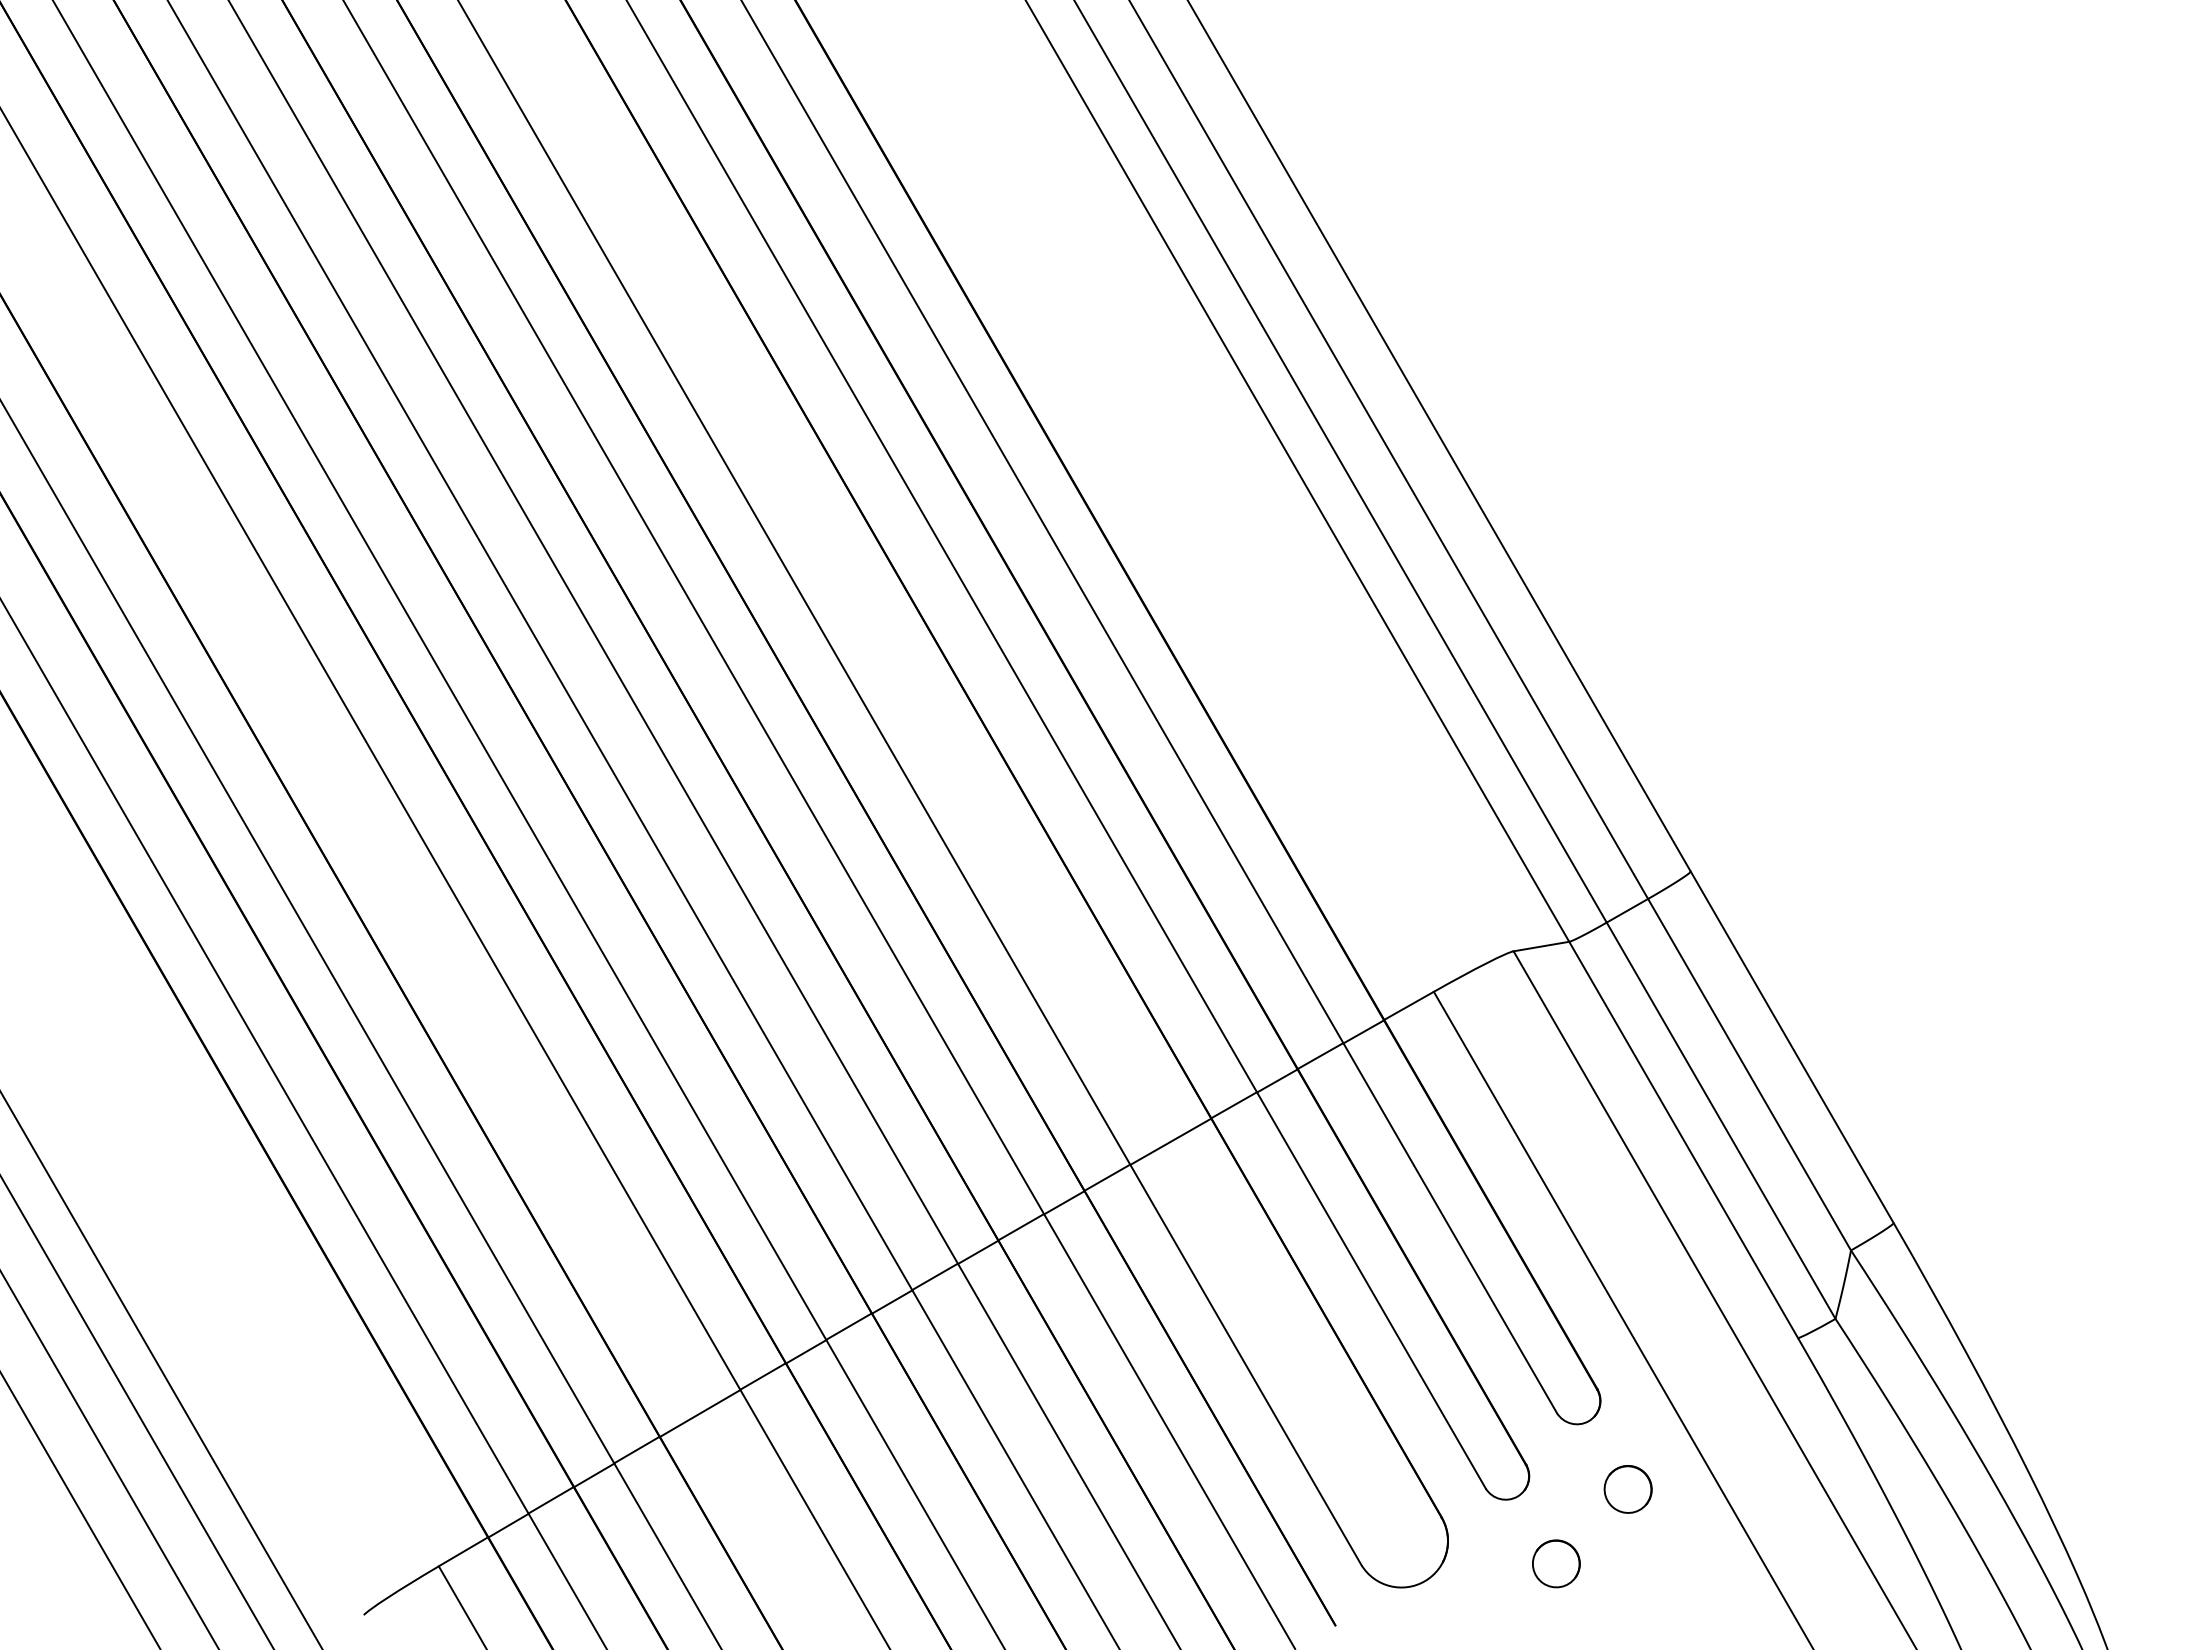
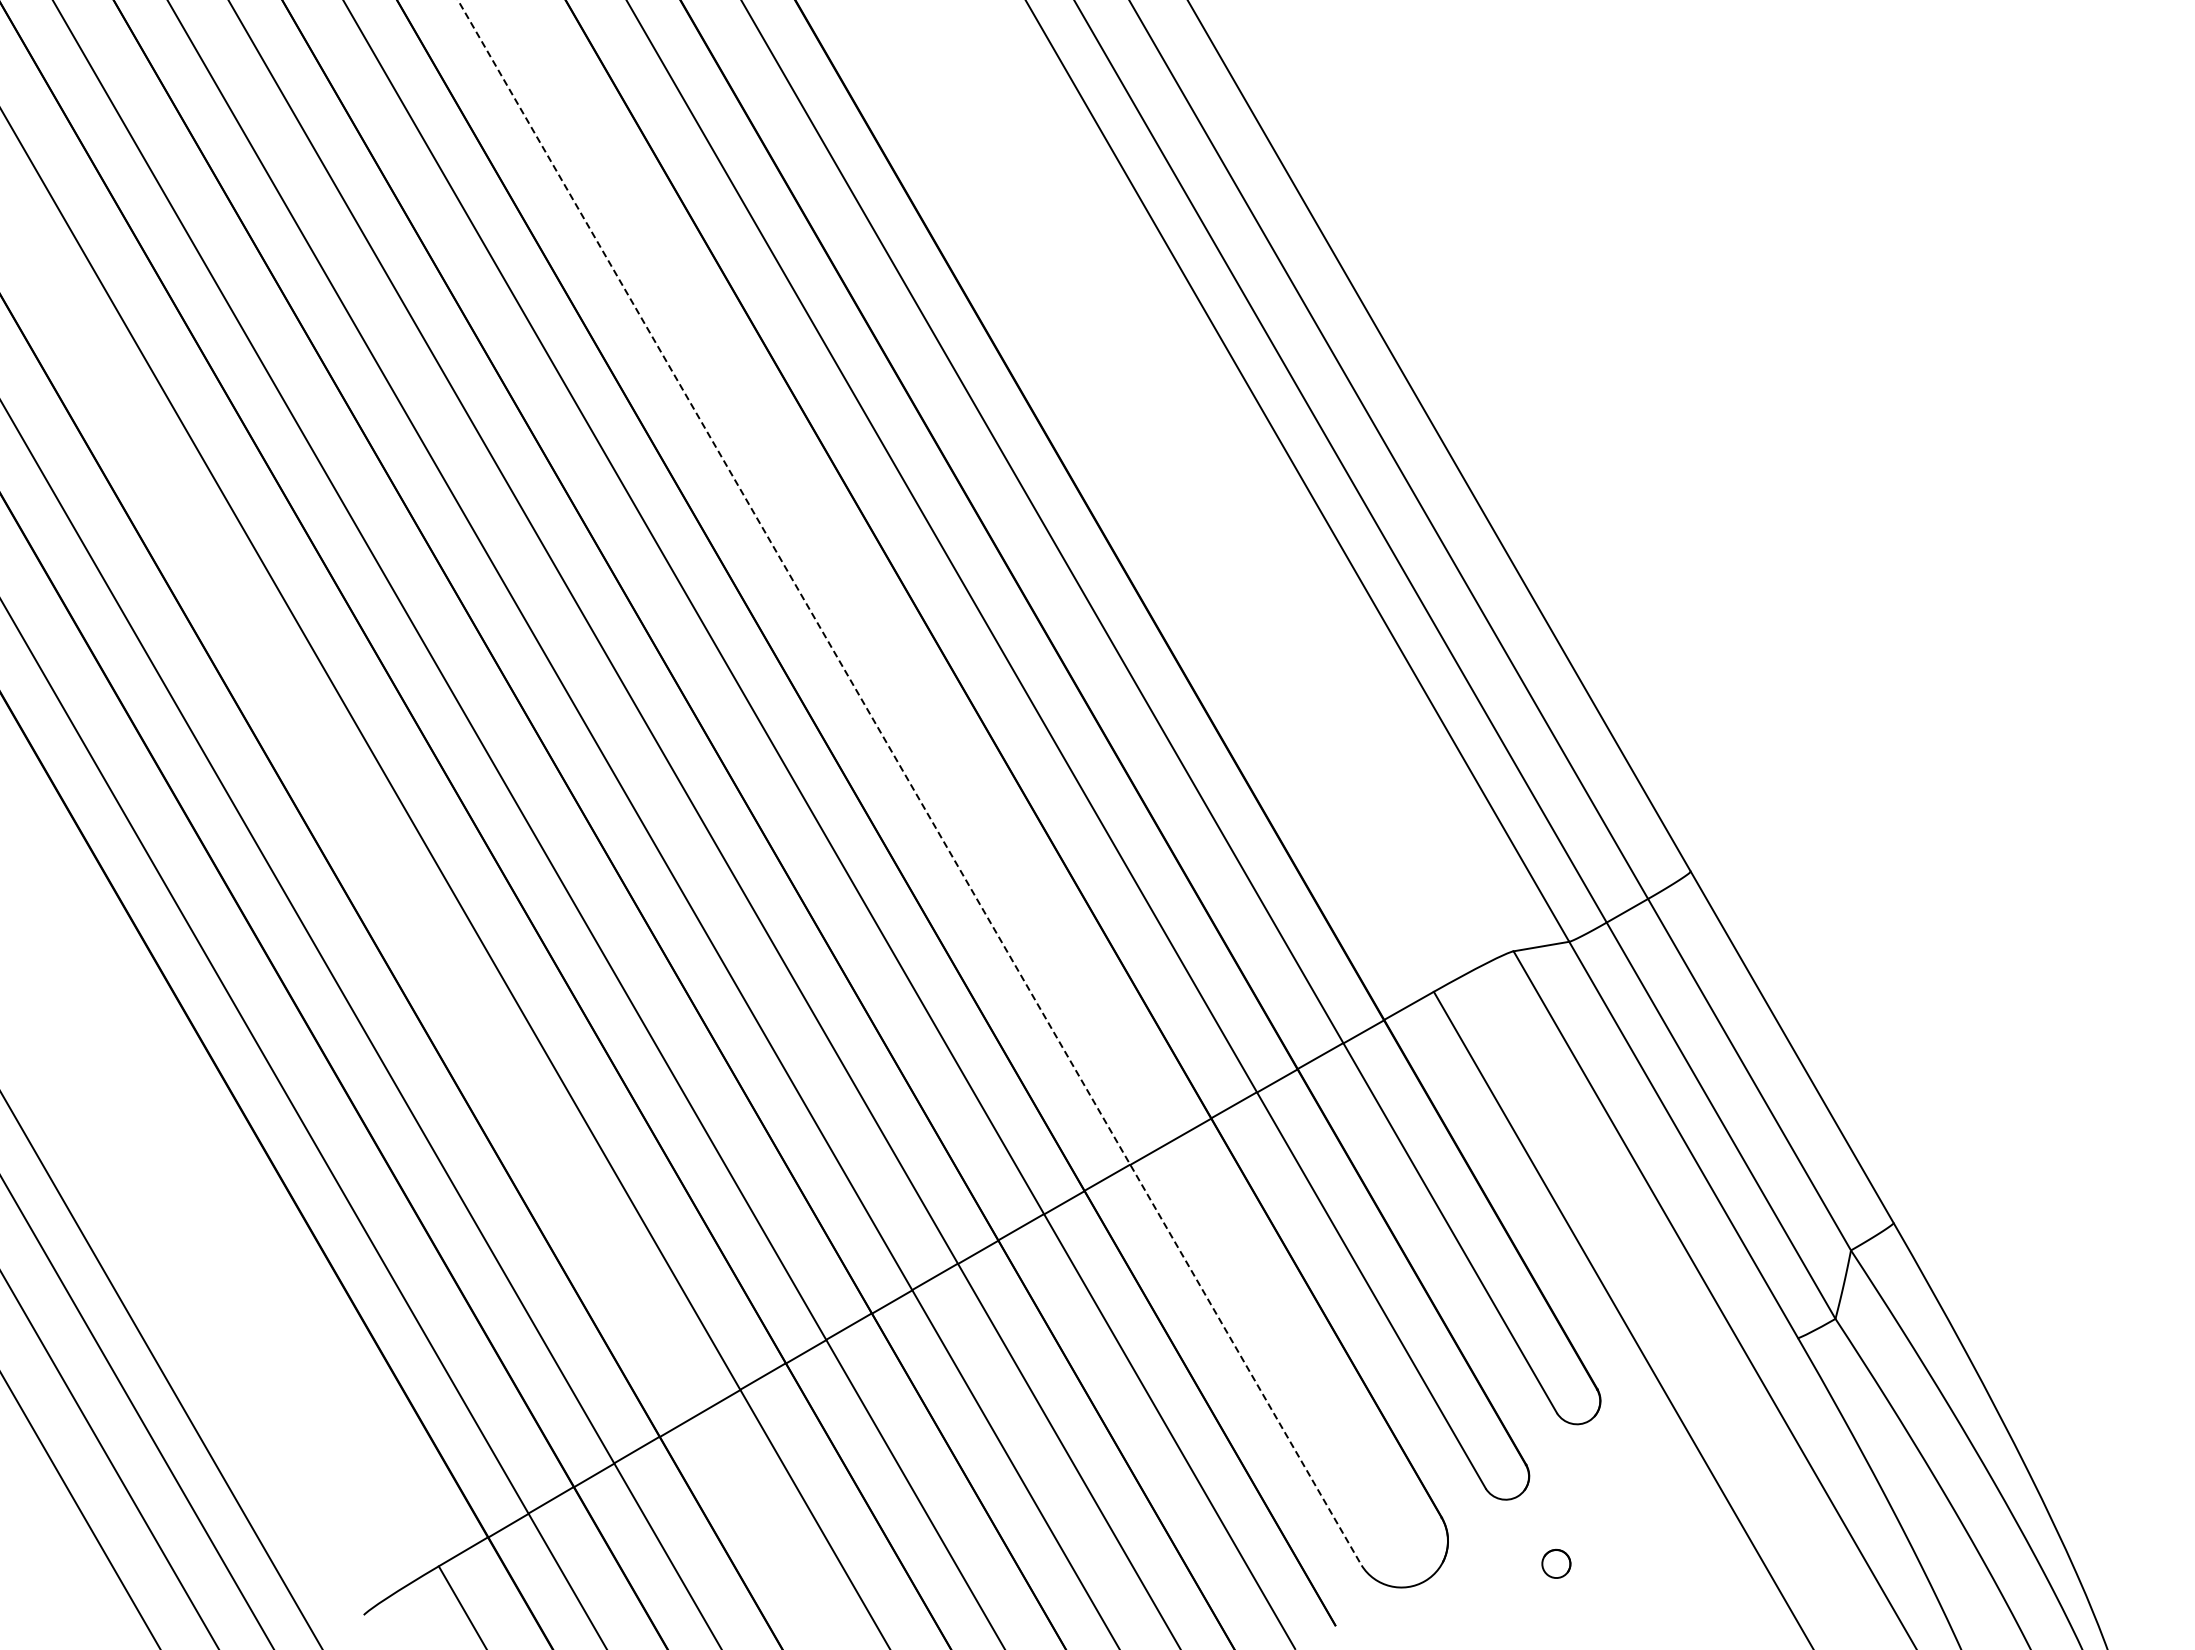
line at (910, 783): solid -> dashed
part at (1627, 1489): present -> none
part at (1556, 1563) size: 49x50 px -> 31x30 px
